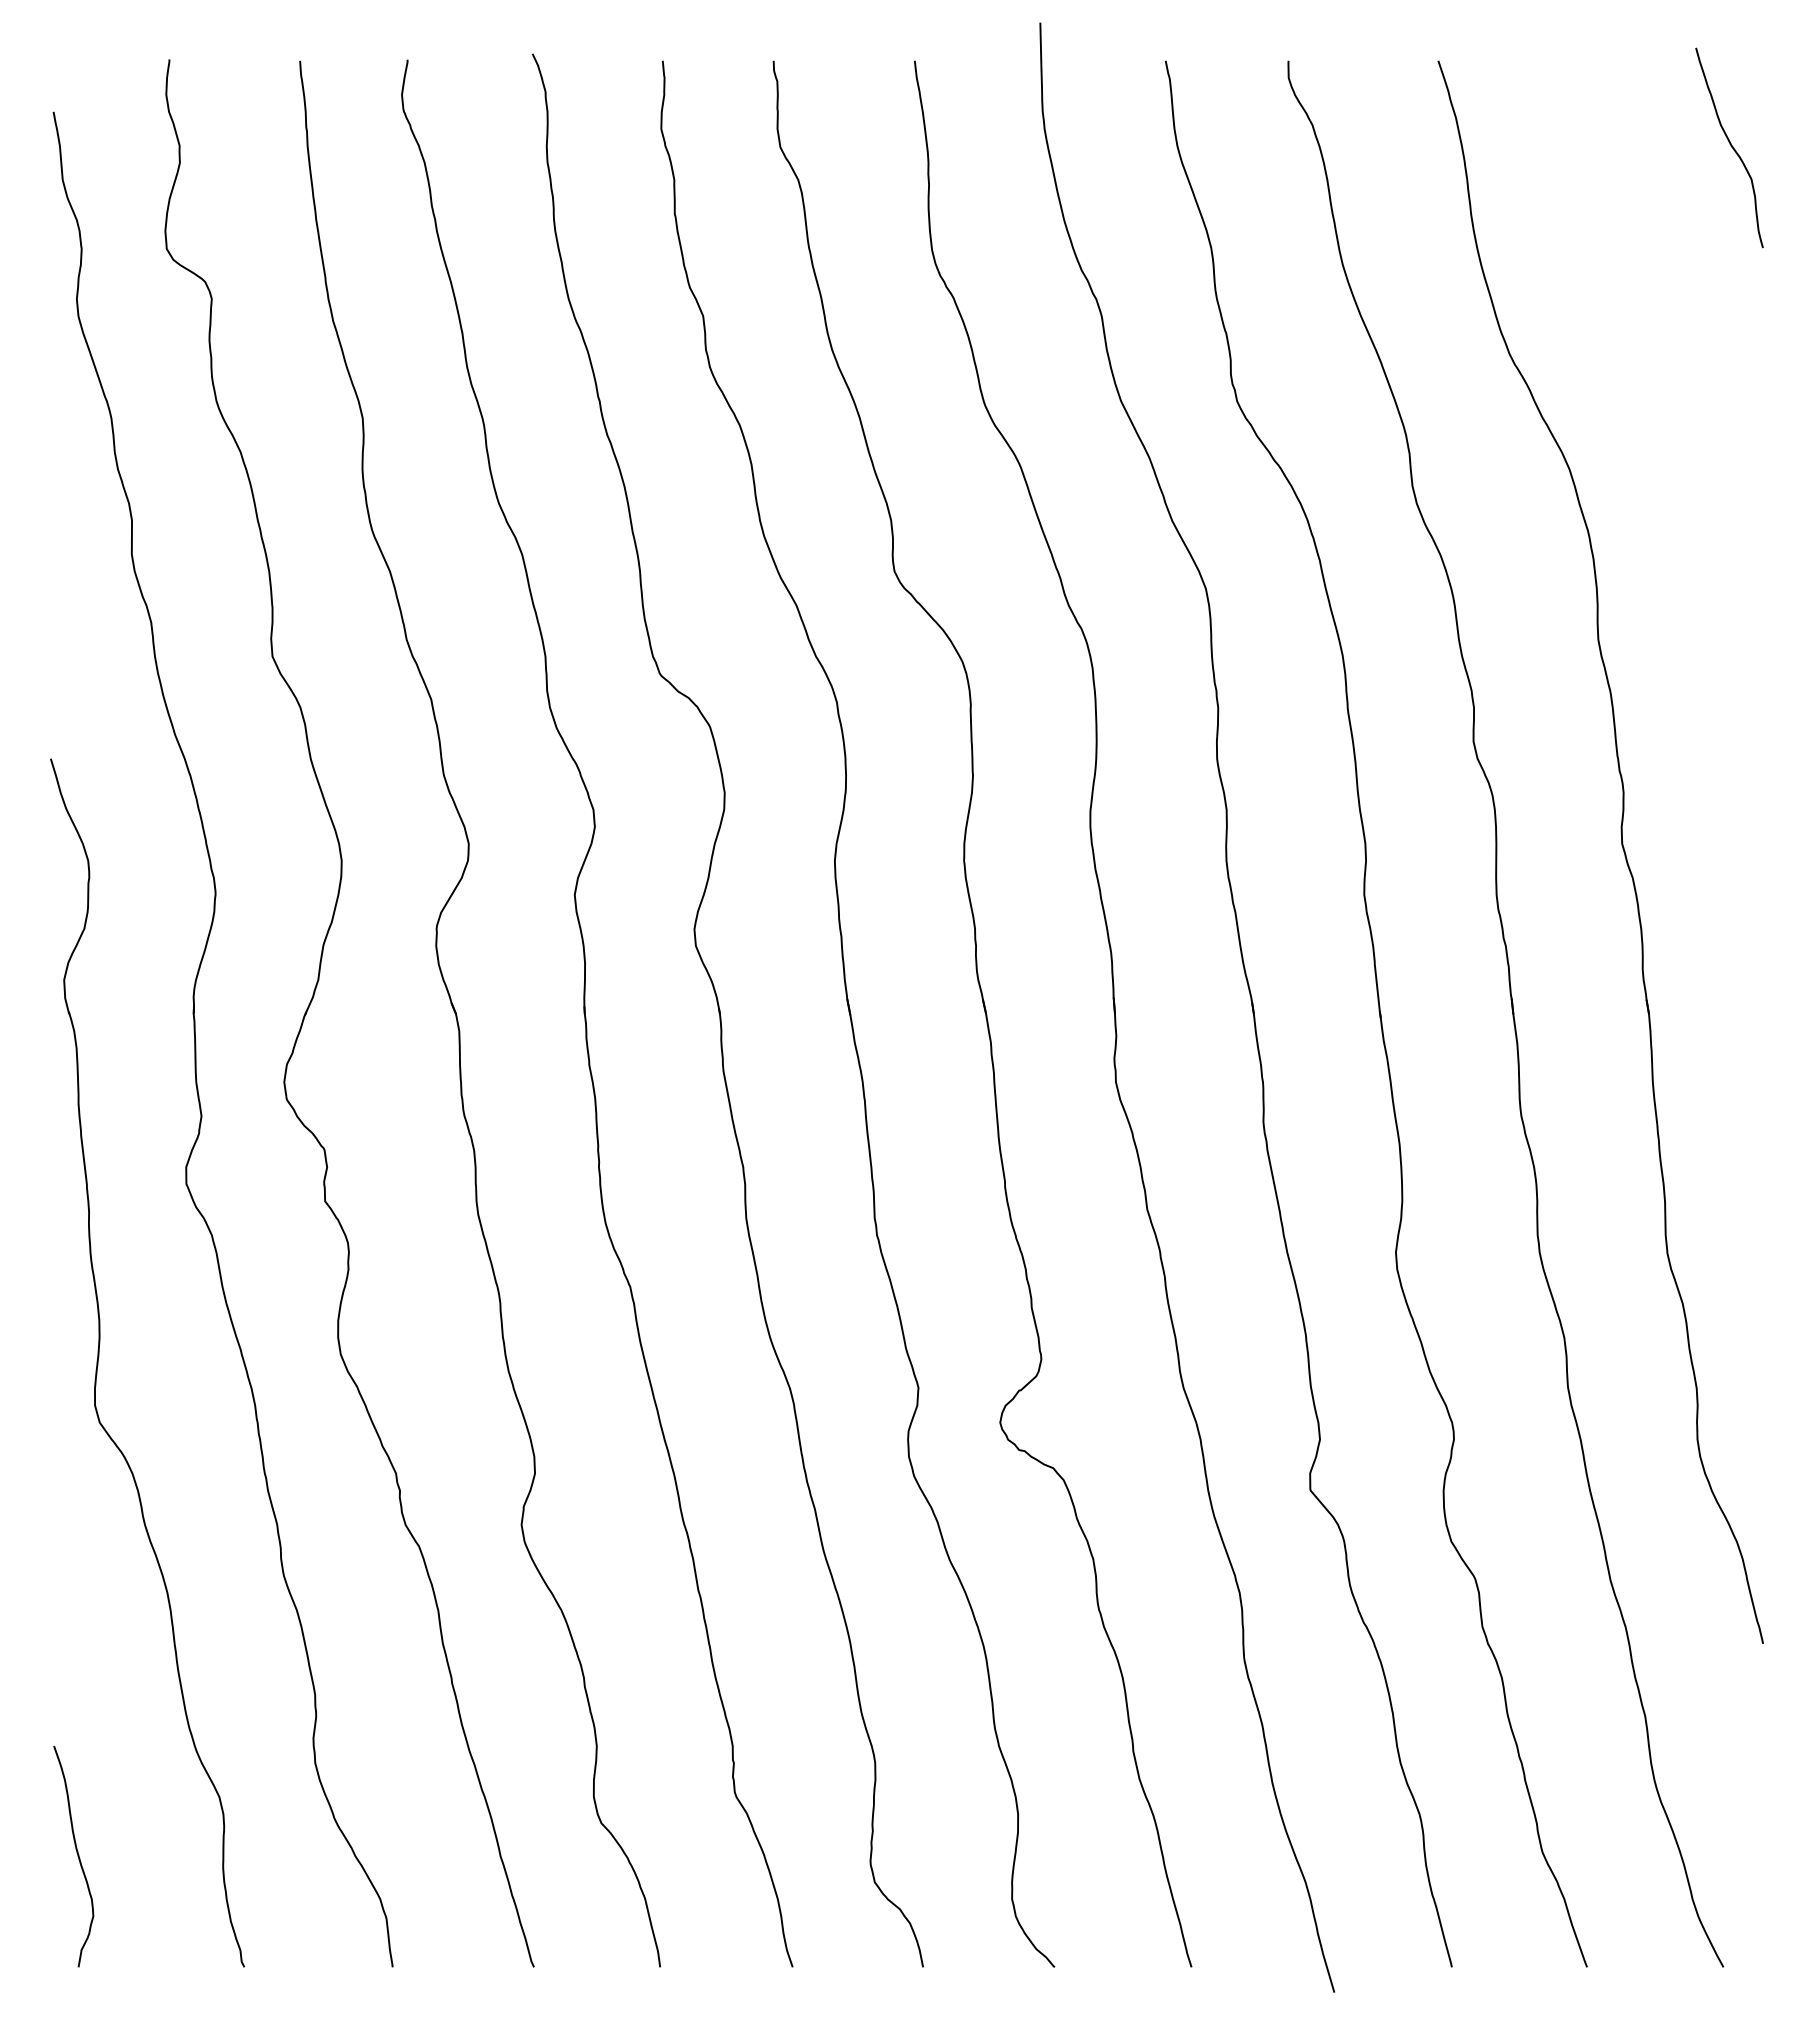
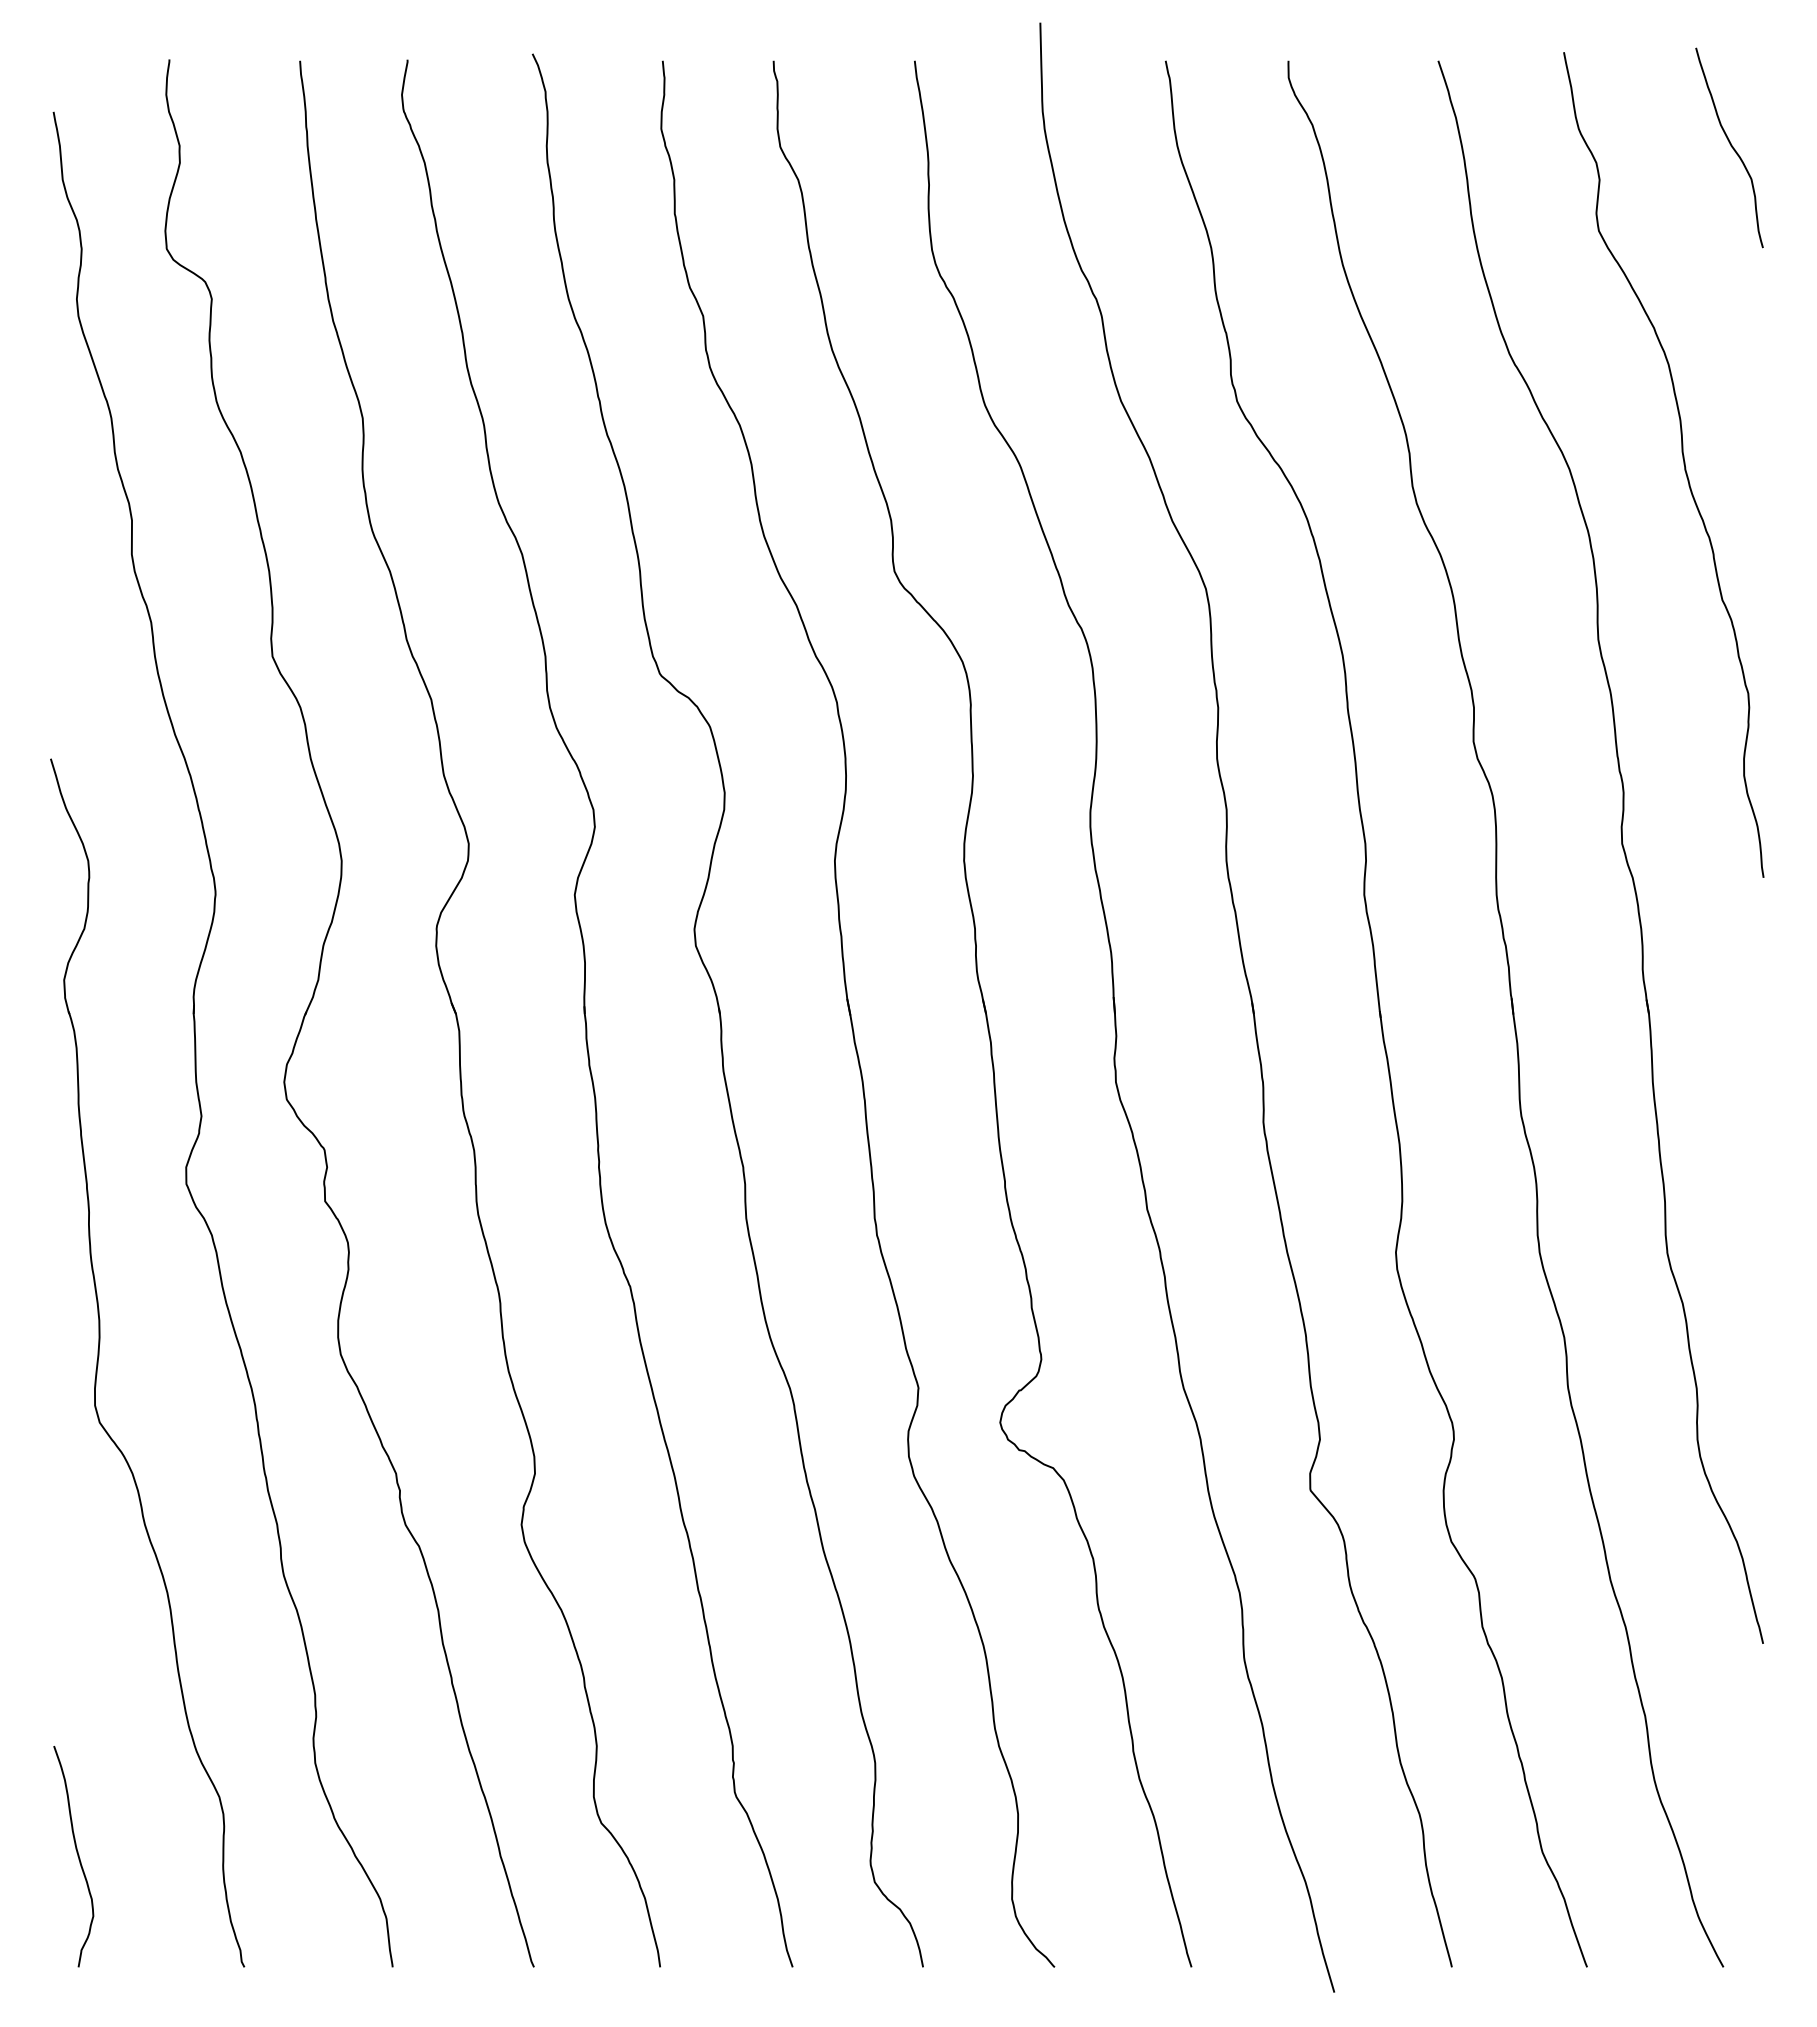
curve at (1682, 458): none -> present
